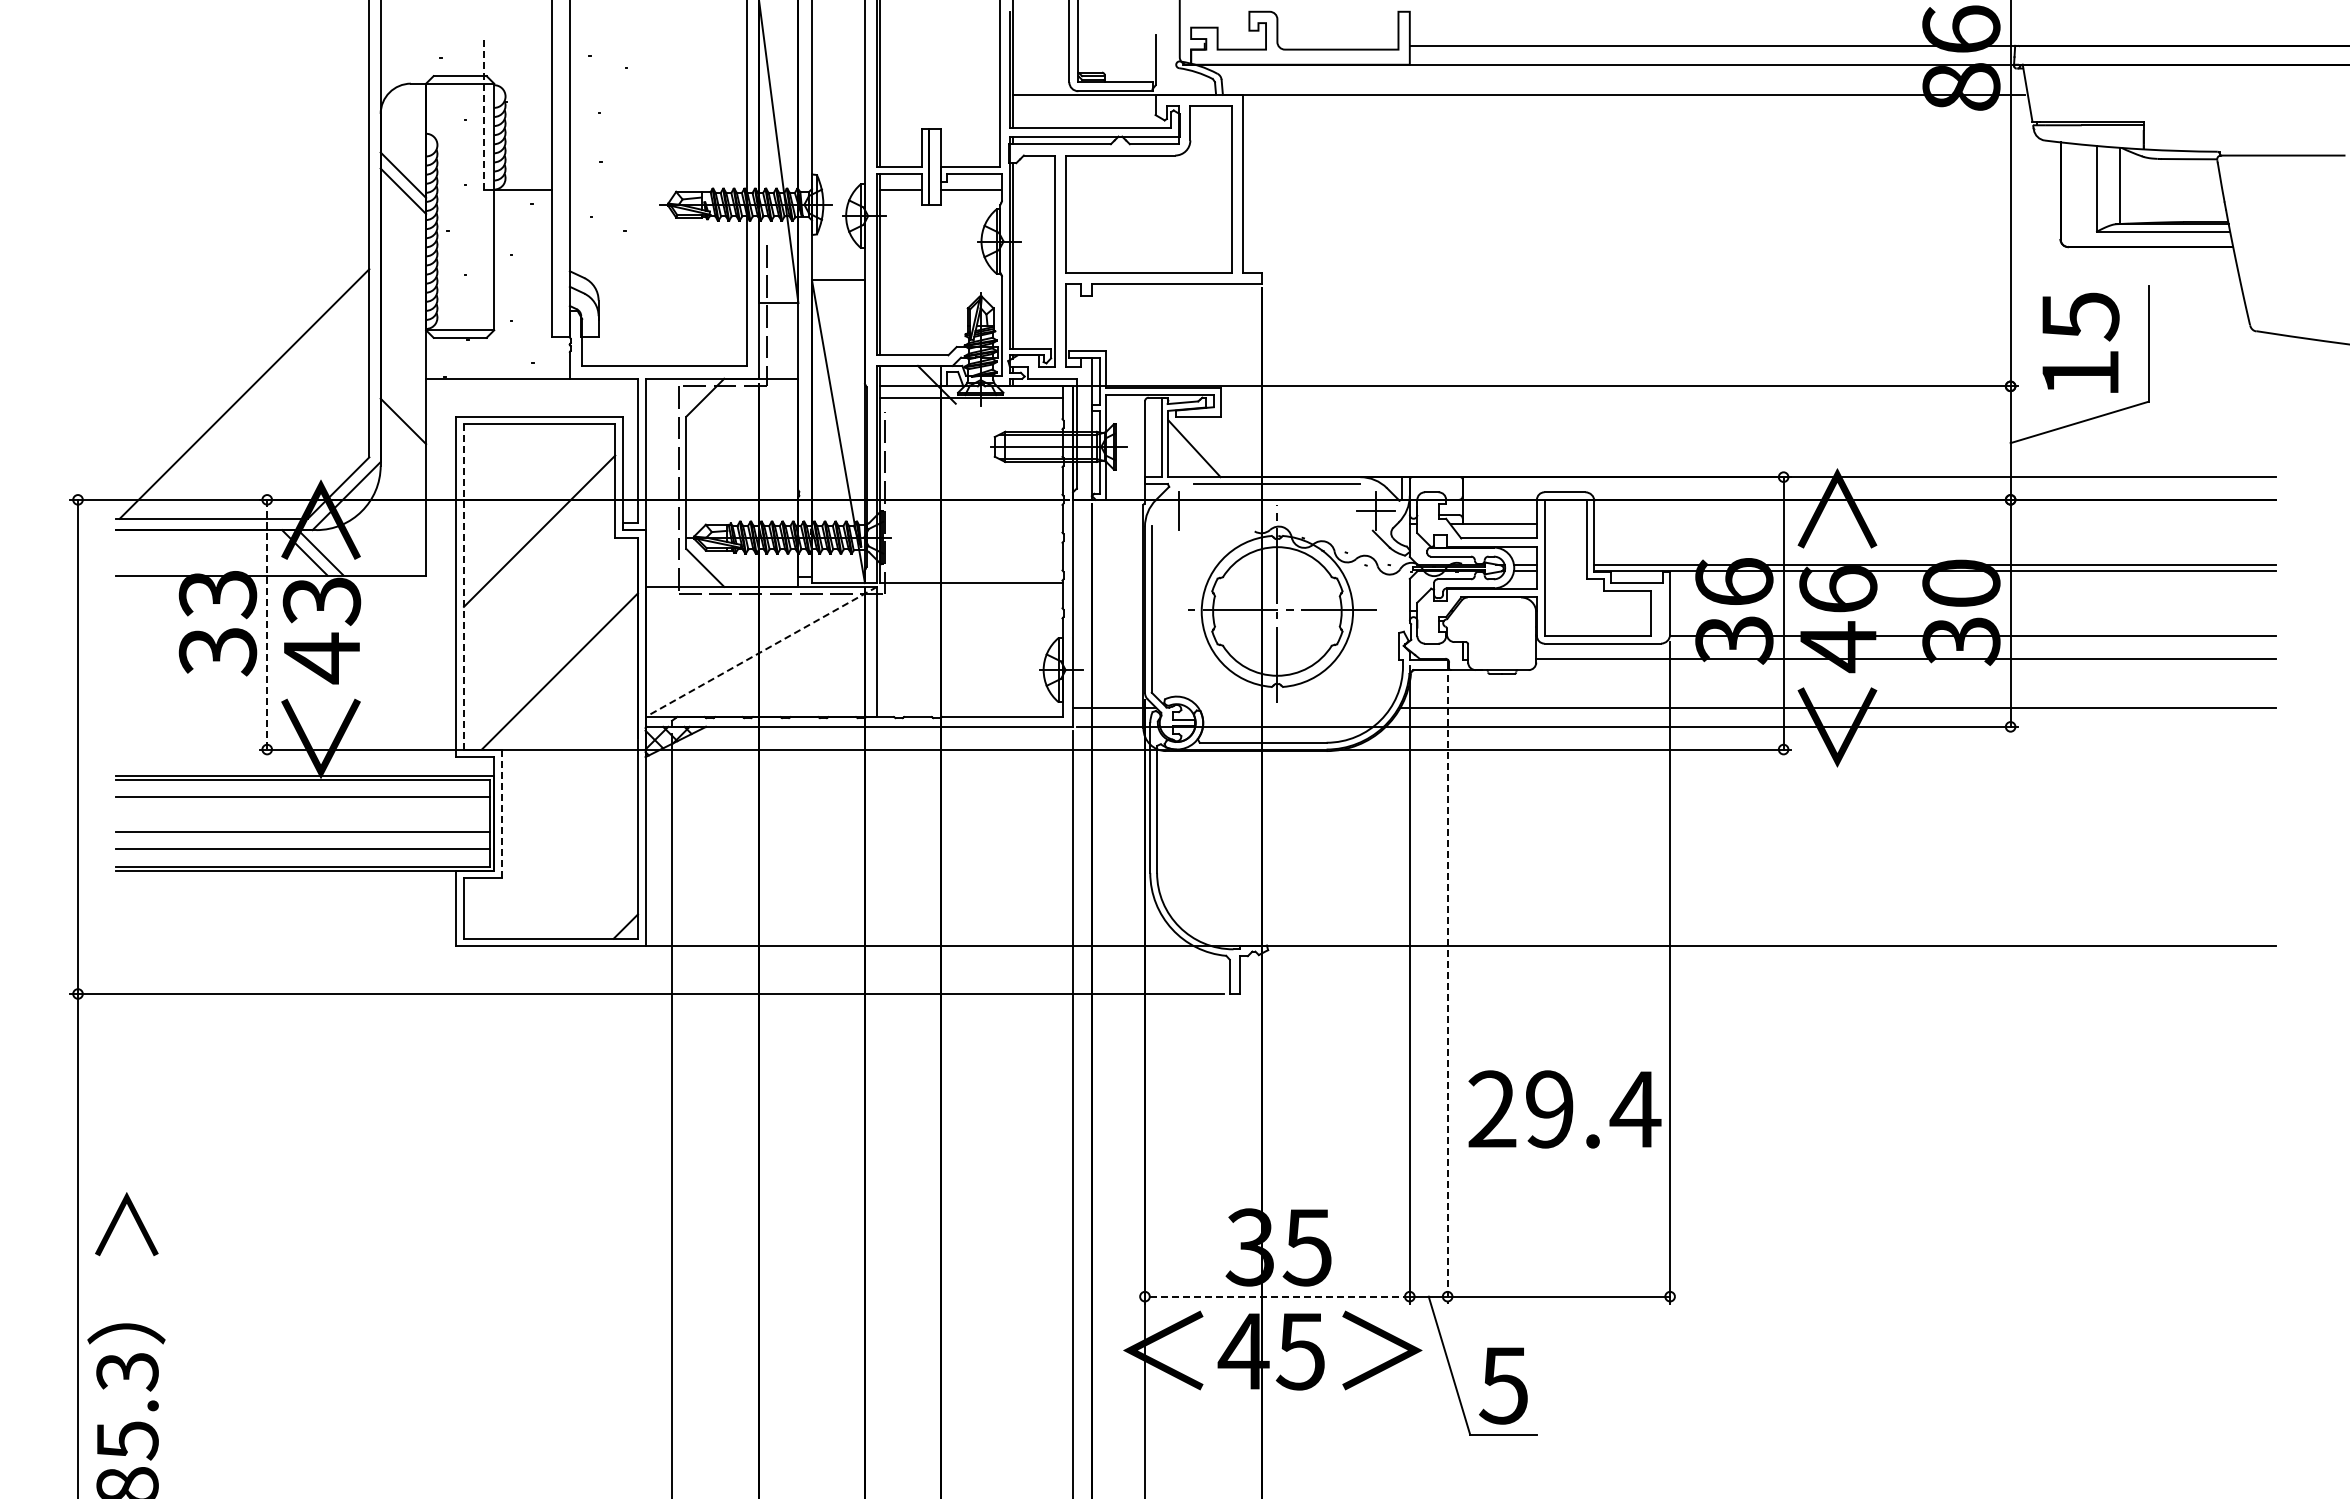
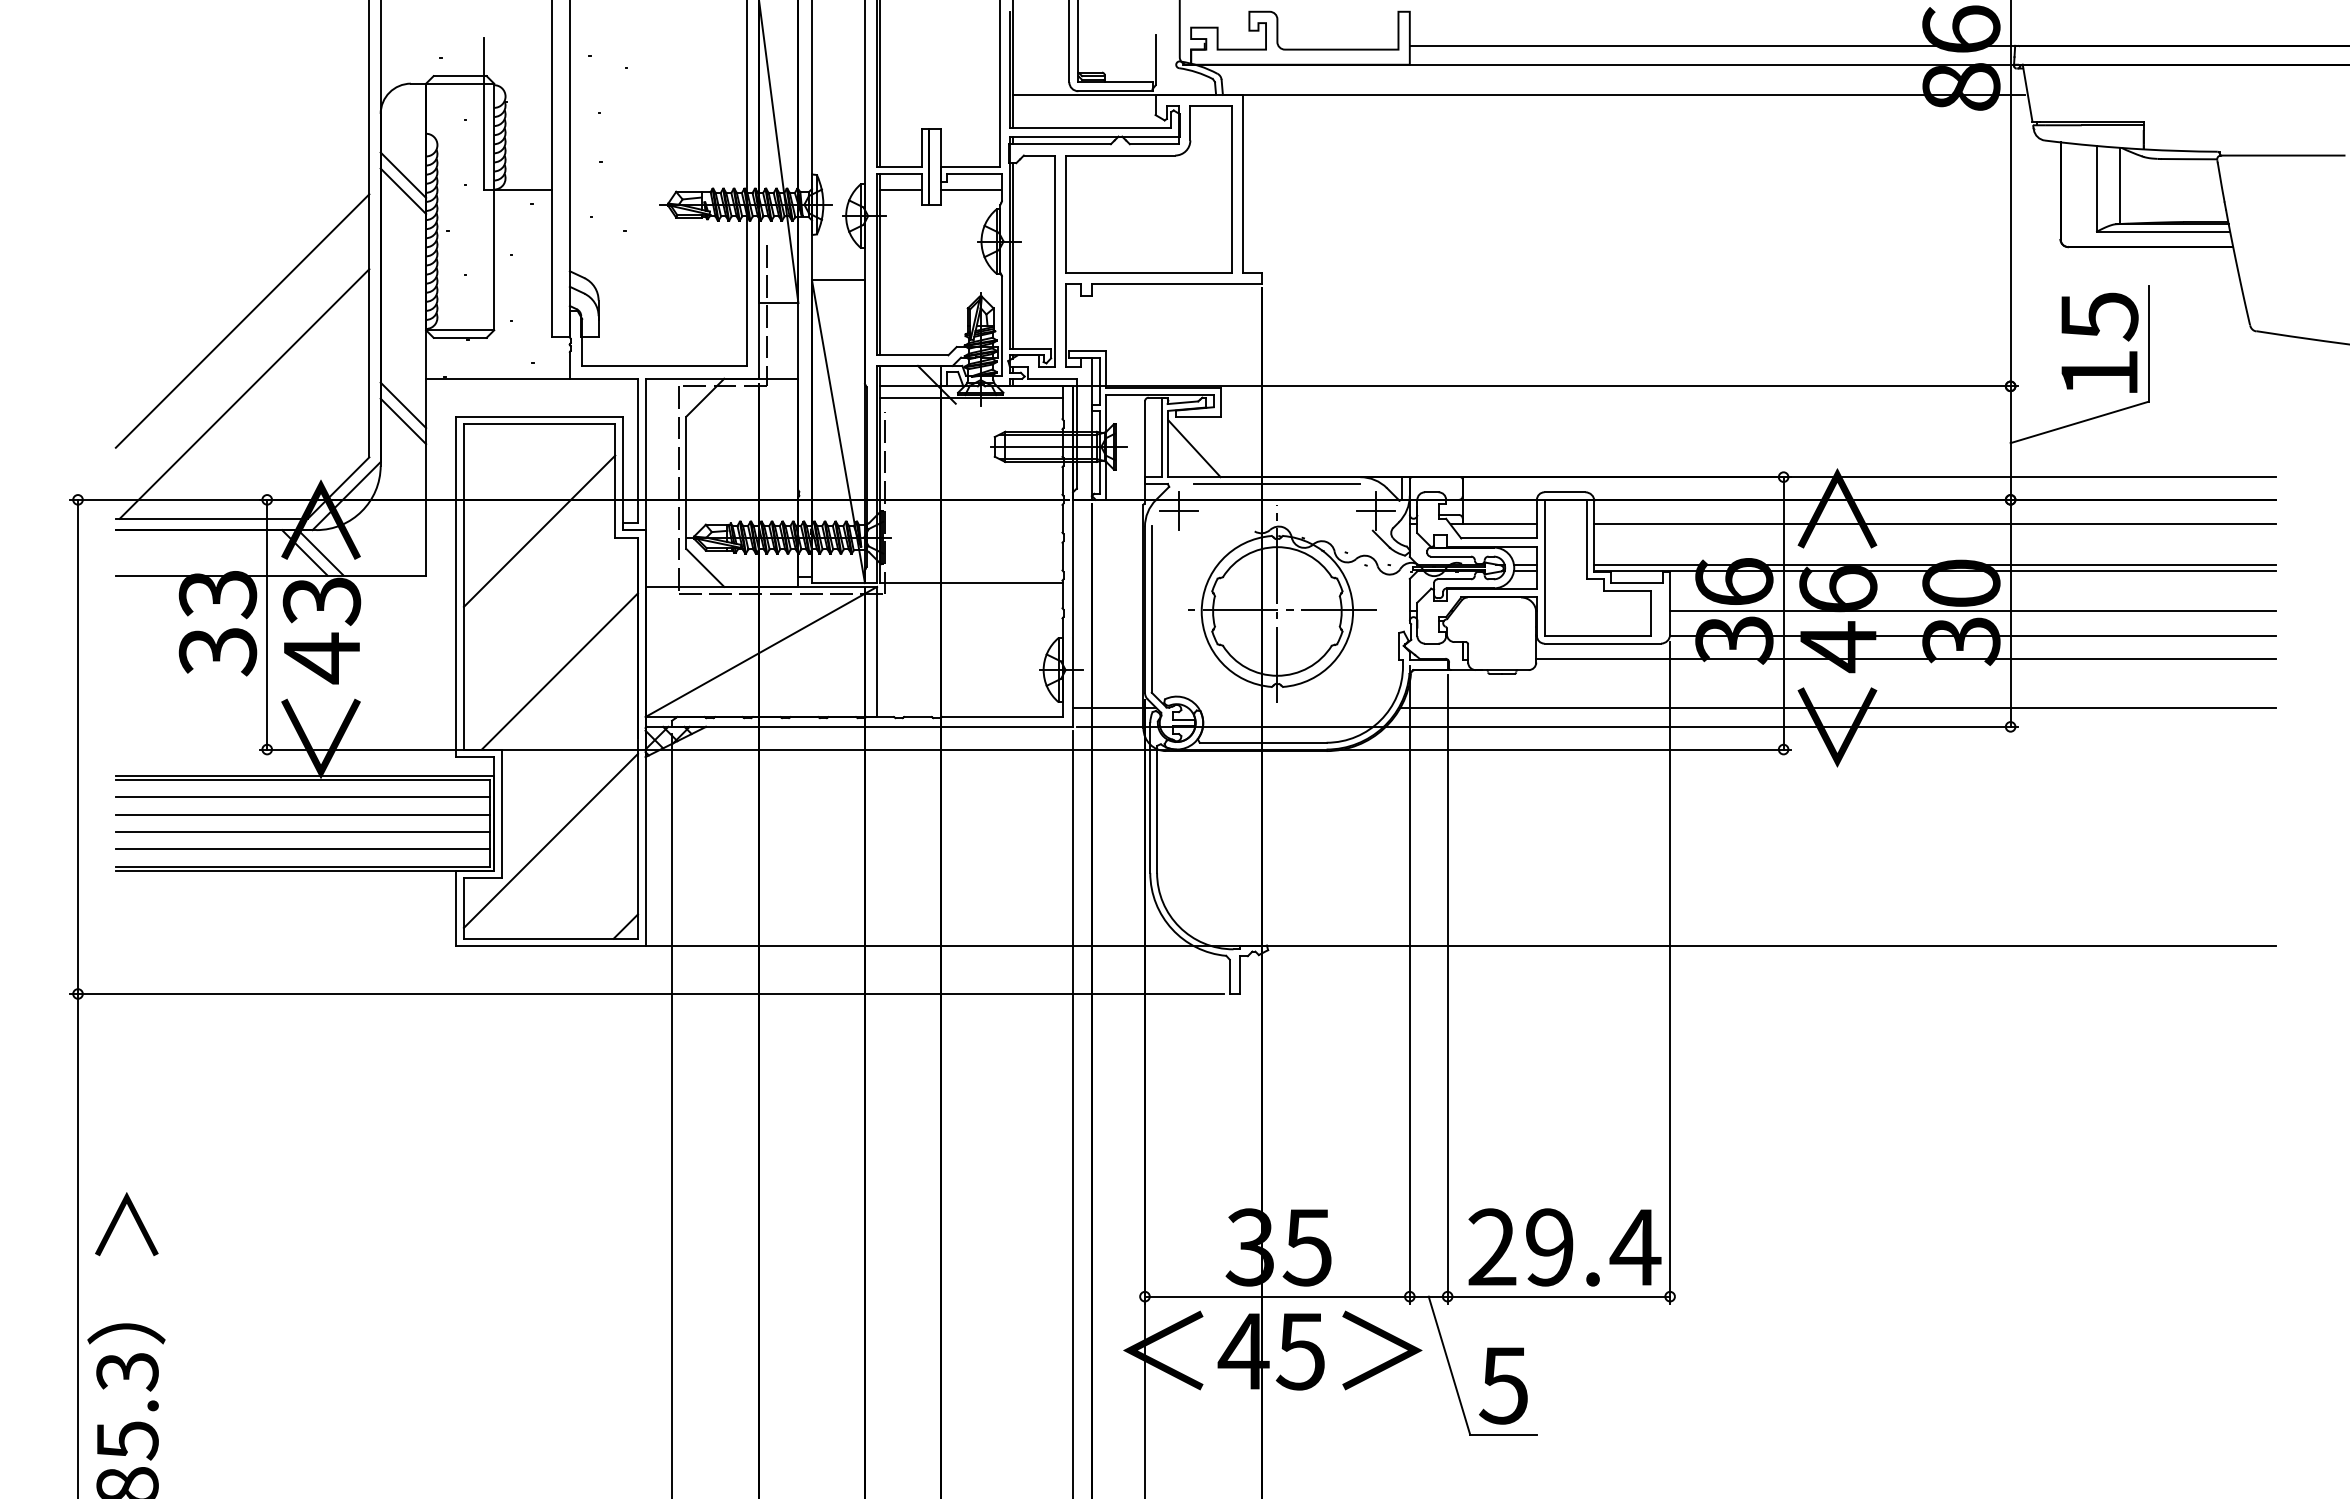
line at (484, 113): dashed -> solid
line at (242, 320): none -> present
text at (2080, 342) position: (2080, 342) -> (2099, 342)
line at (403, 405): none -> present
line at (1178, 511): none -> present
line at (1935, 524): none -> present
line at (463, 586): dashed -> solid
line at (1973, 611): none -> present
line at (267, 624): dashed -> solid
line at (761, 651): dashed -> solid
line at (501, 813): dashed -> solid
line at (302, 814): none -> present
line at (550, 840): none -> present
line at (1447, 990): dashed -> solid
text at (1564, 1109) position: (1564, 1109) -> (1564, 1247)
line at (1276, 1296): dashed -> solid
